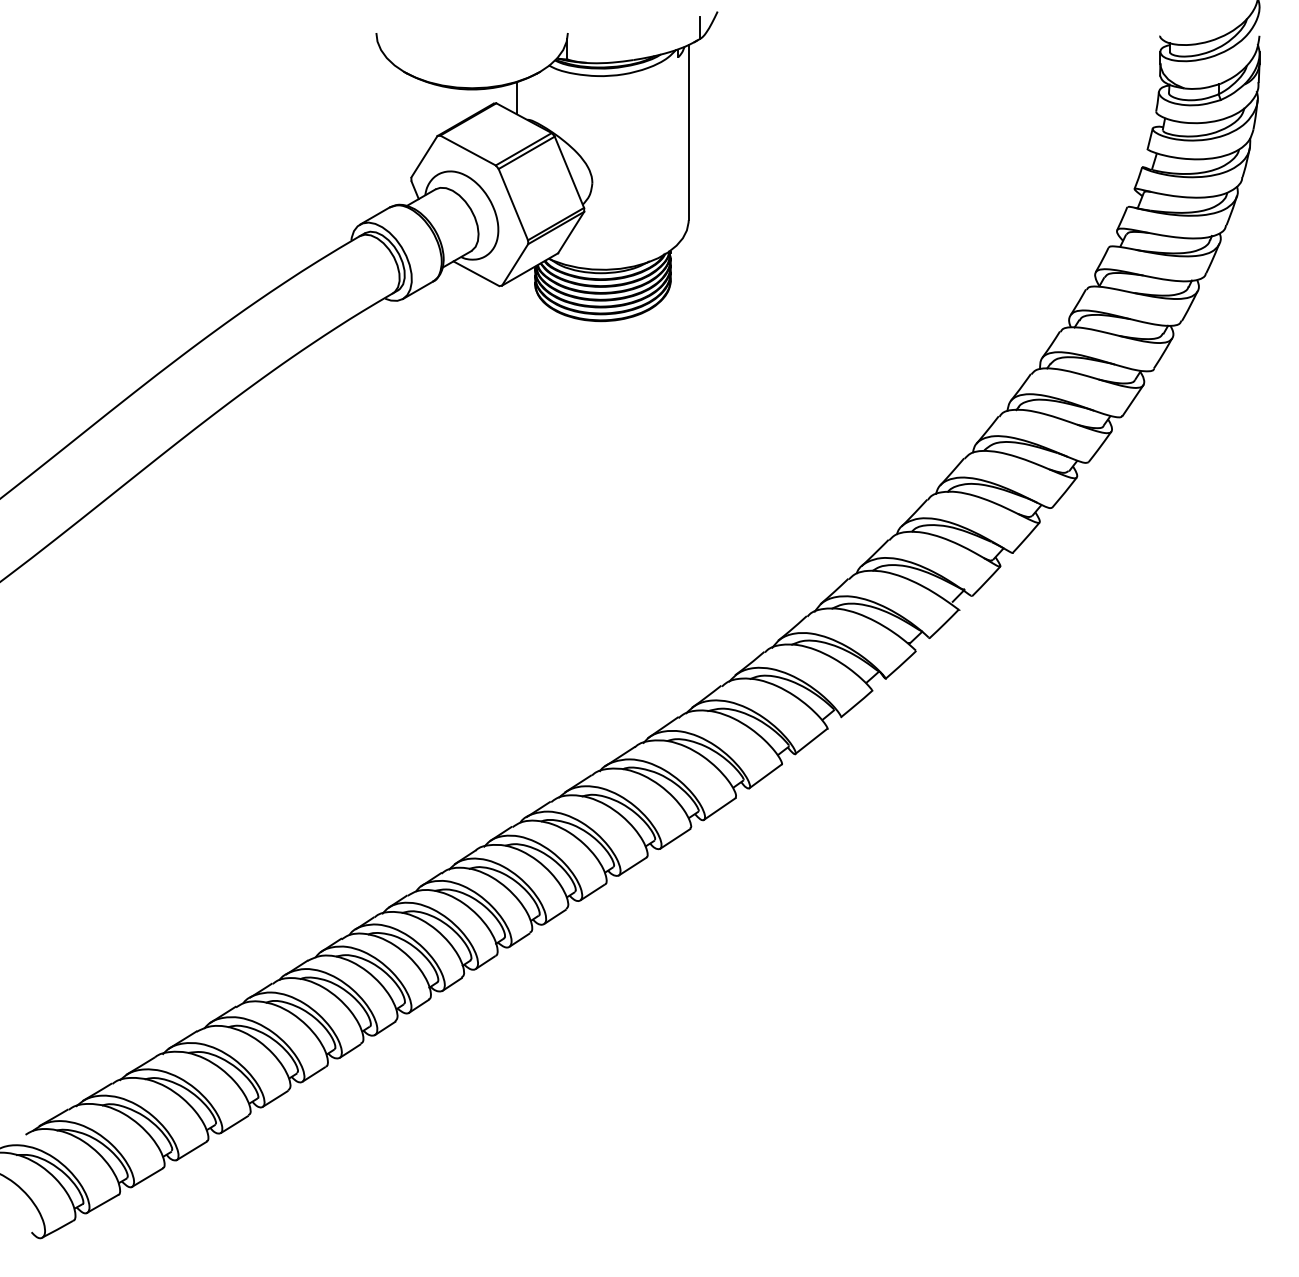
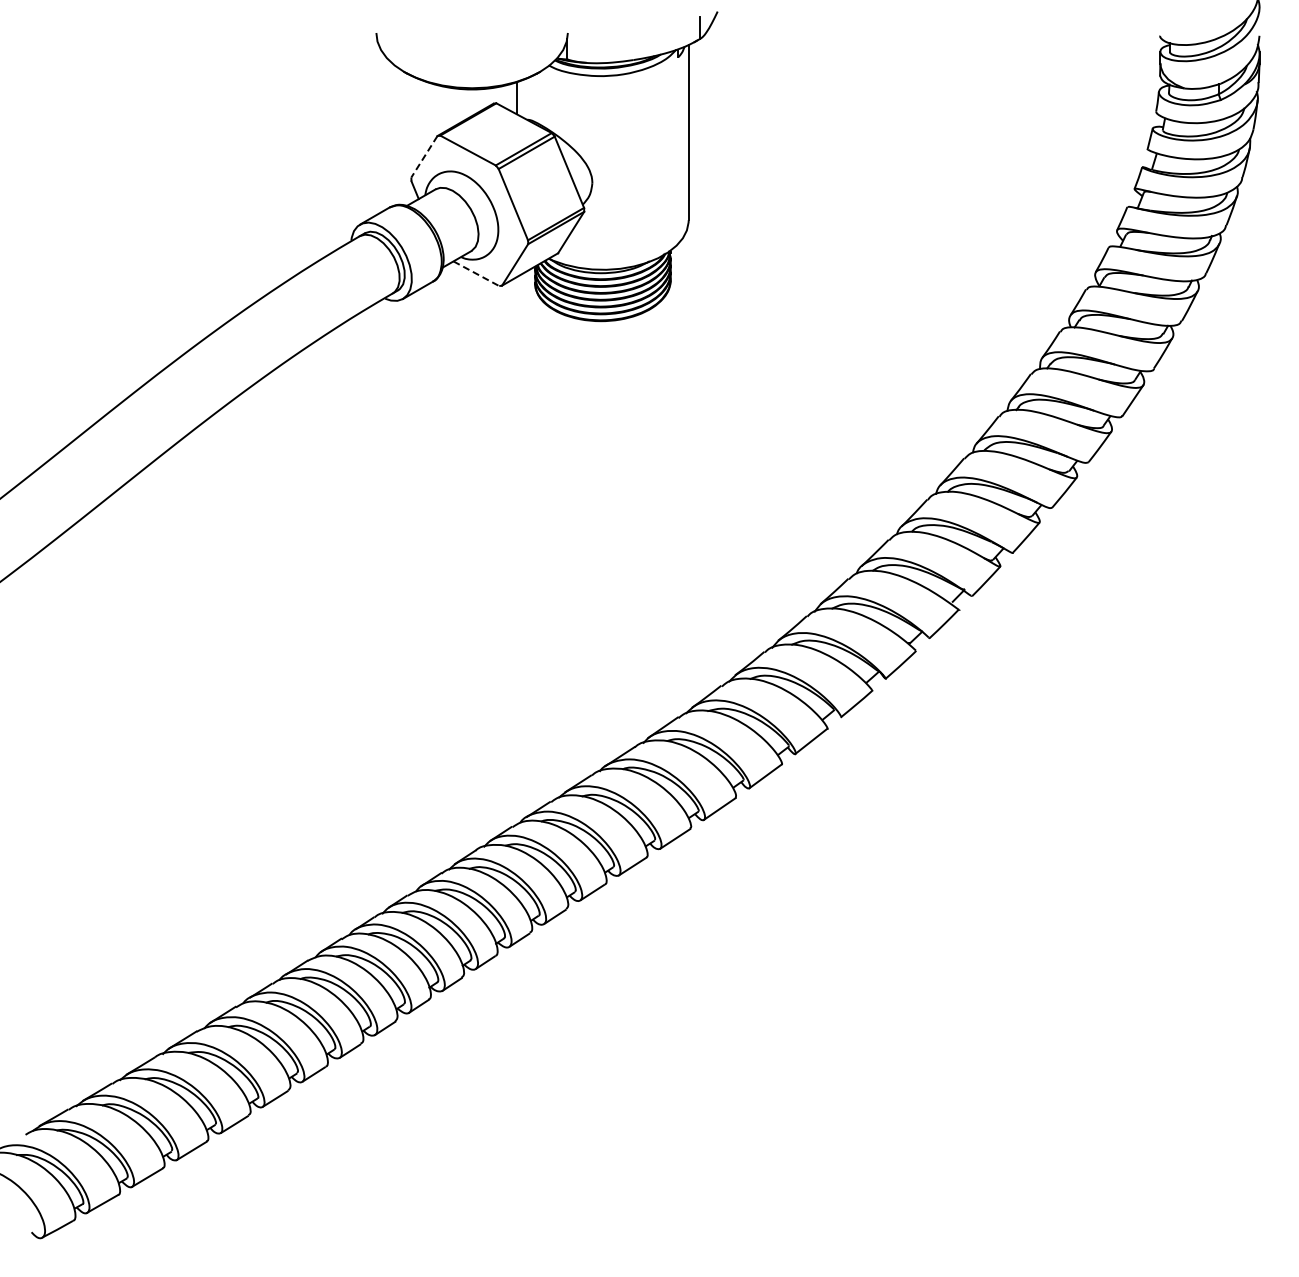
line at (424, 157): solid -> dashed
line at (476, 273): solid -> dashed
